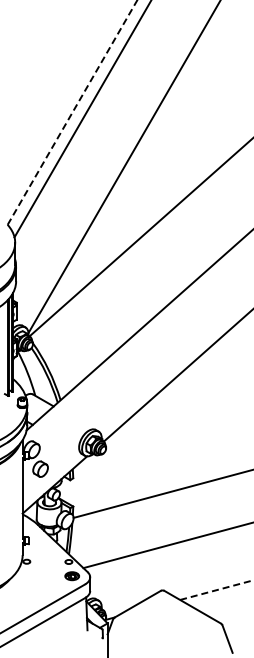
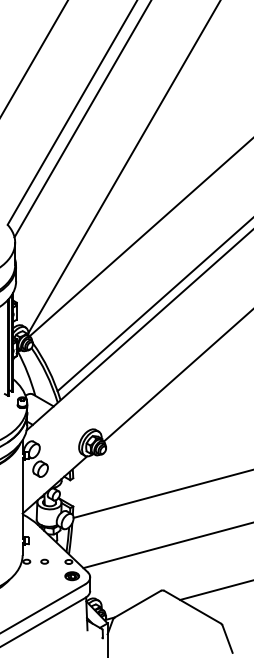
line at (34, 58): none -> present
line at (72, 112): dashed -> solid
line at (153, 305): none -> present
part at (44, 561): none -> present
line at (216, 590): dashed -> solid
